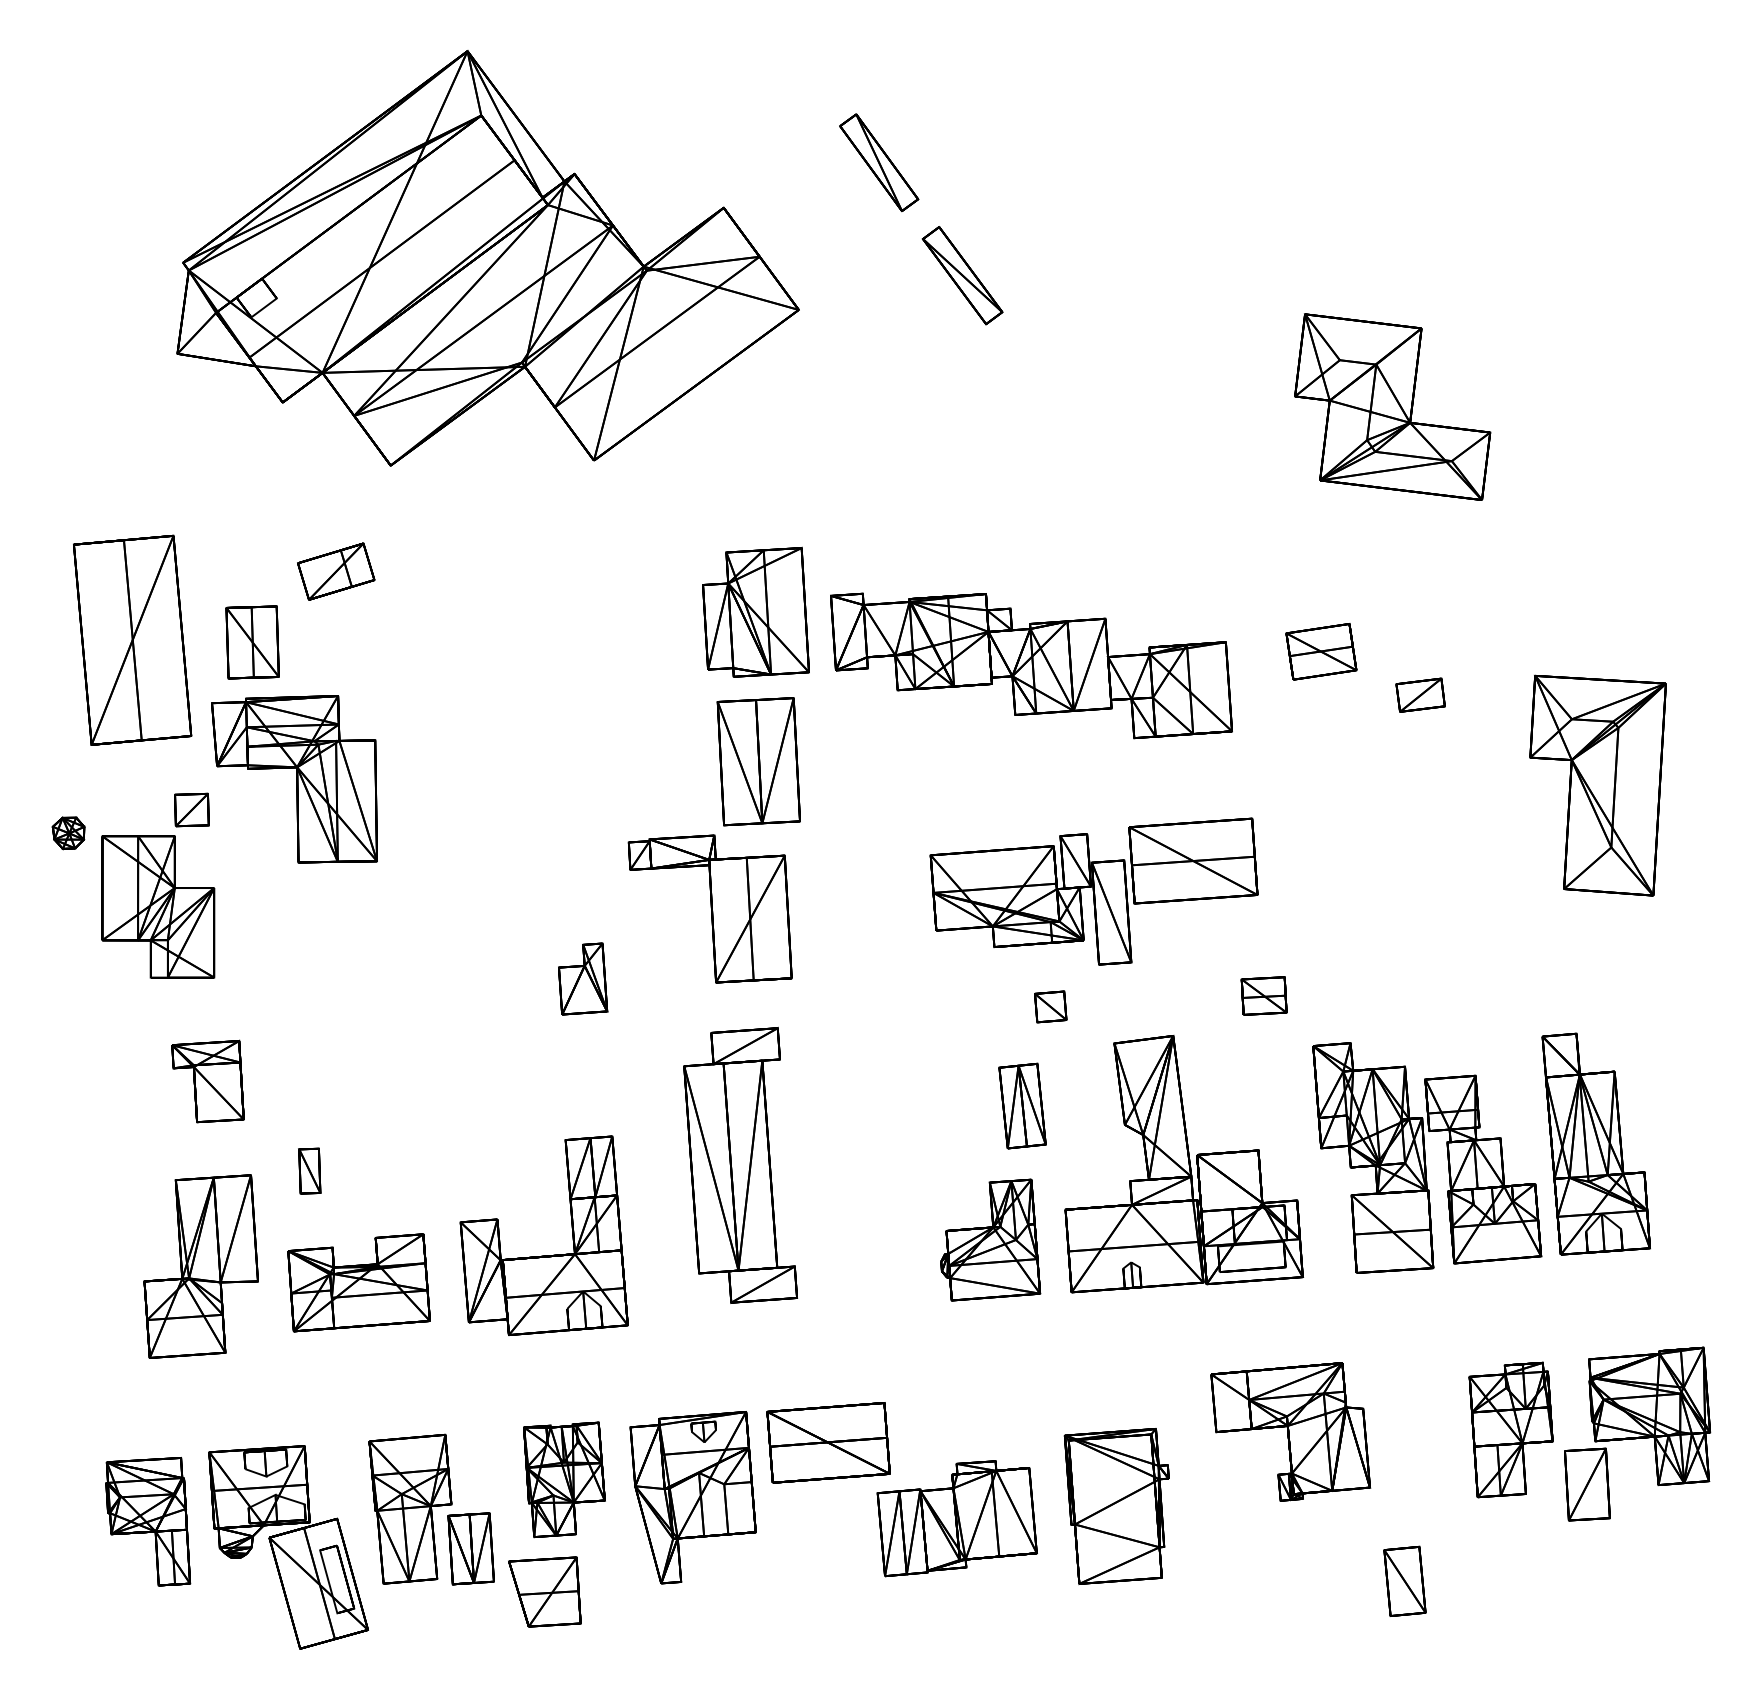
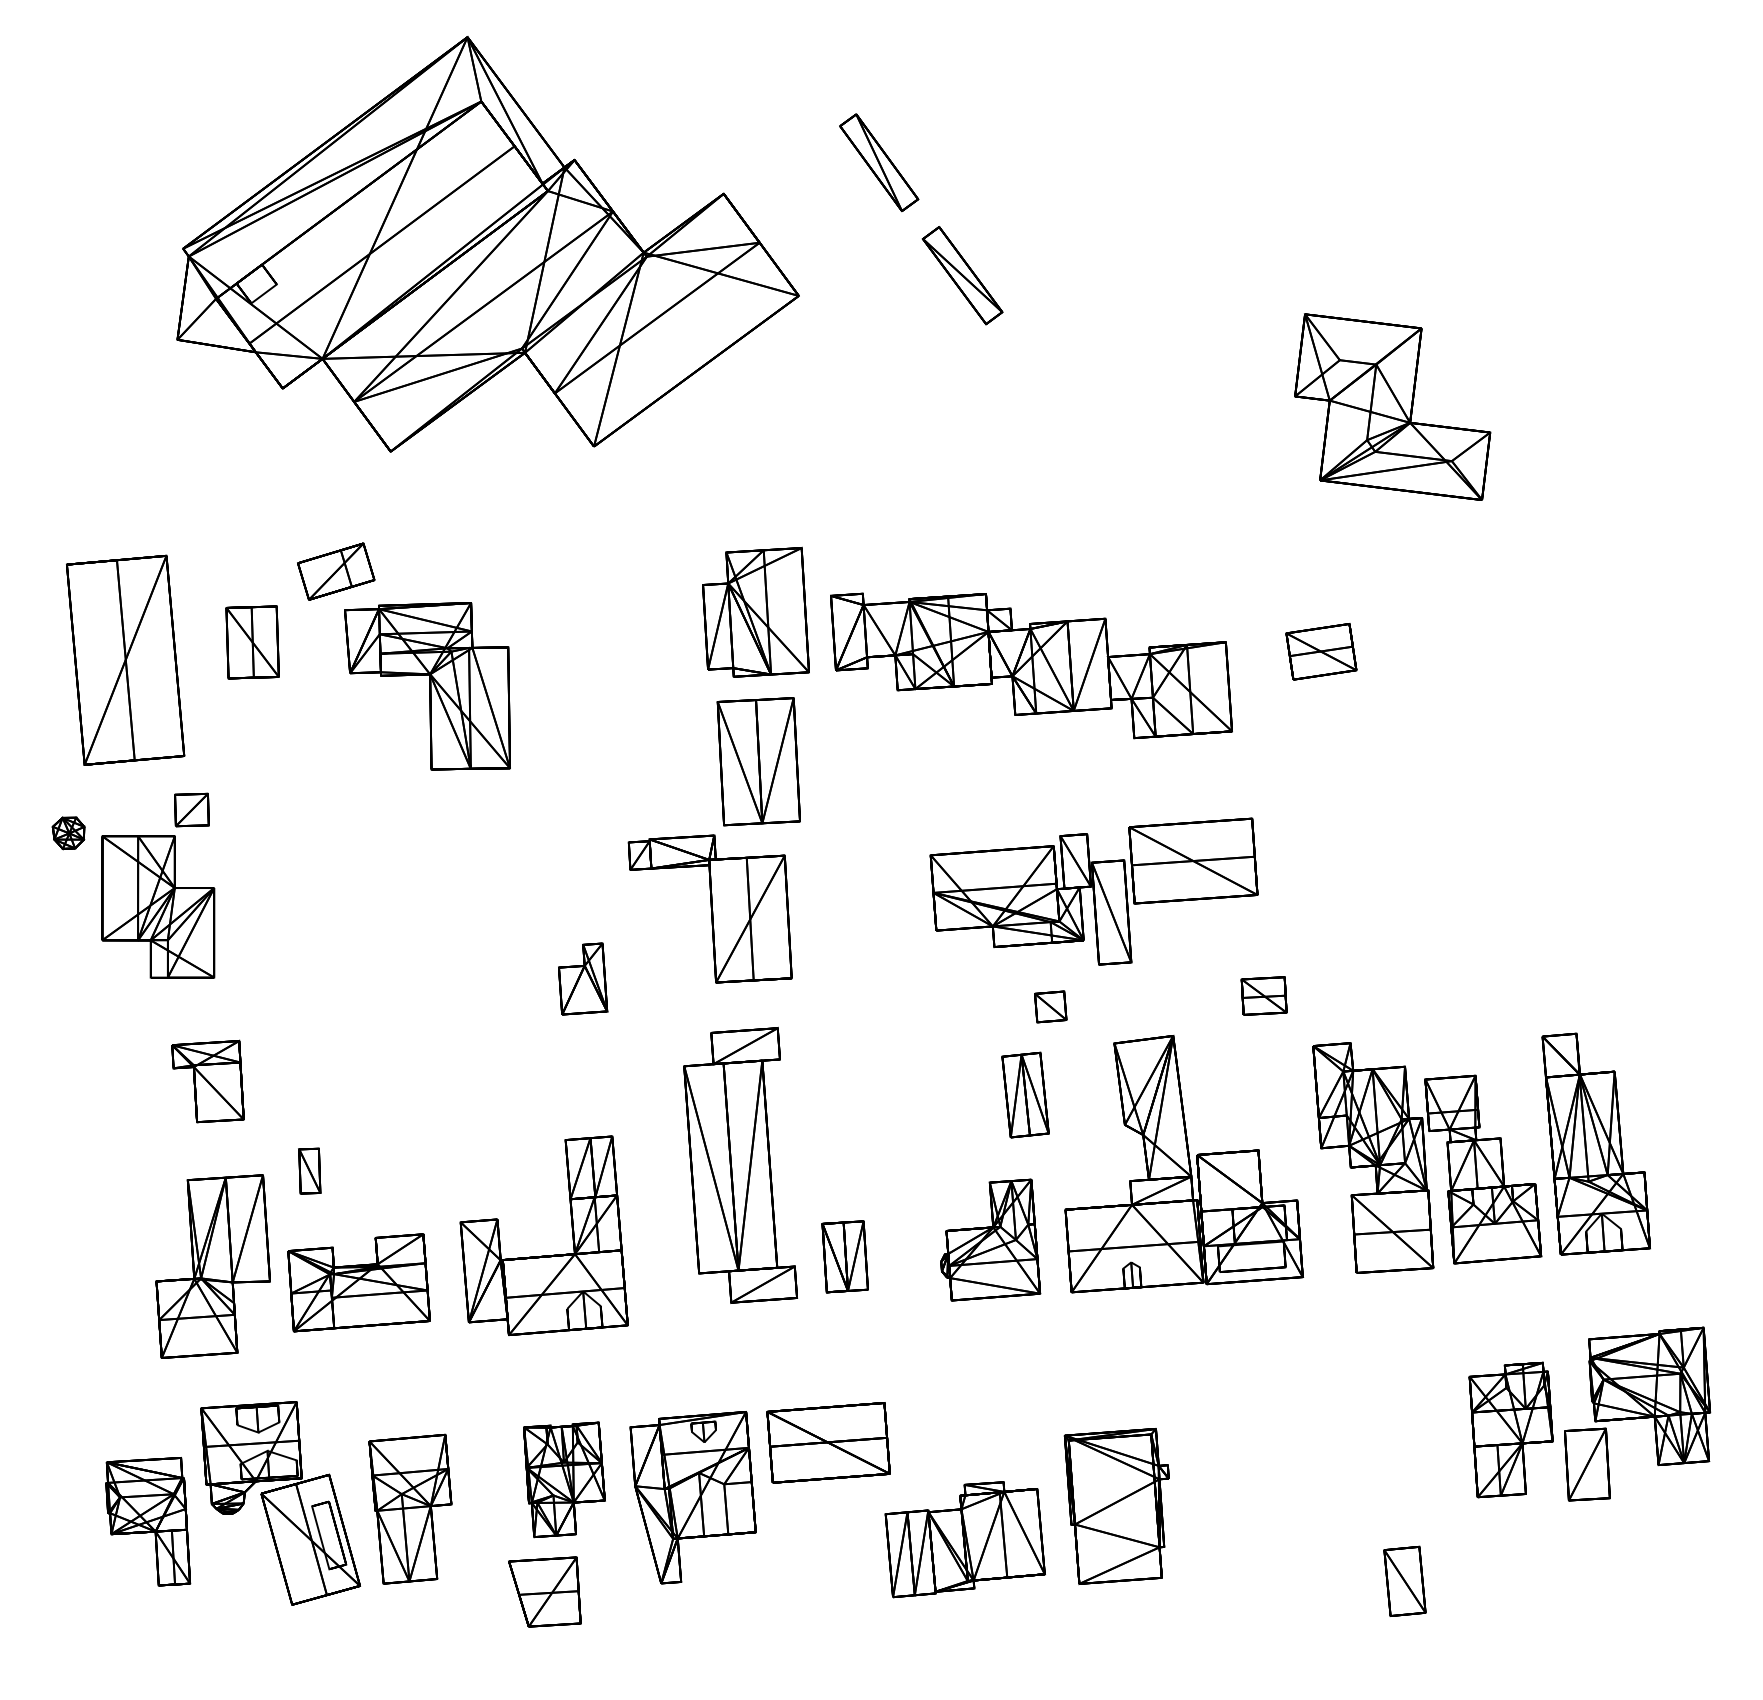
part at (487, 258) position: (487, 258) -> (487, 244)
part at (132, 639) position: (132, 639) -> (125, 659)
part at (1420, 694): present -> none
part at (294, 779) position: (294, 779) -> (427, 686)
part at (1597, 785): present -> none
part at (1022, 1105) position: (1022, 1105) -> (1025, 1094)
part at (200, 1266) position: (200, 1266) -> (212, 1266)
part at (1290, 1431): present -> none
part at (1637, 1433) position: (1637, 1433) -> (1637, 1413)
part at (956, 1518) position: (956, 1518) -> (964, 1539)
part at (288, 1547) position: (288, 1547) -> (280, 1503)
part at (470, 1548) position: (470, 1548) -> (844, 1256)
